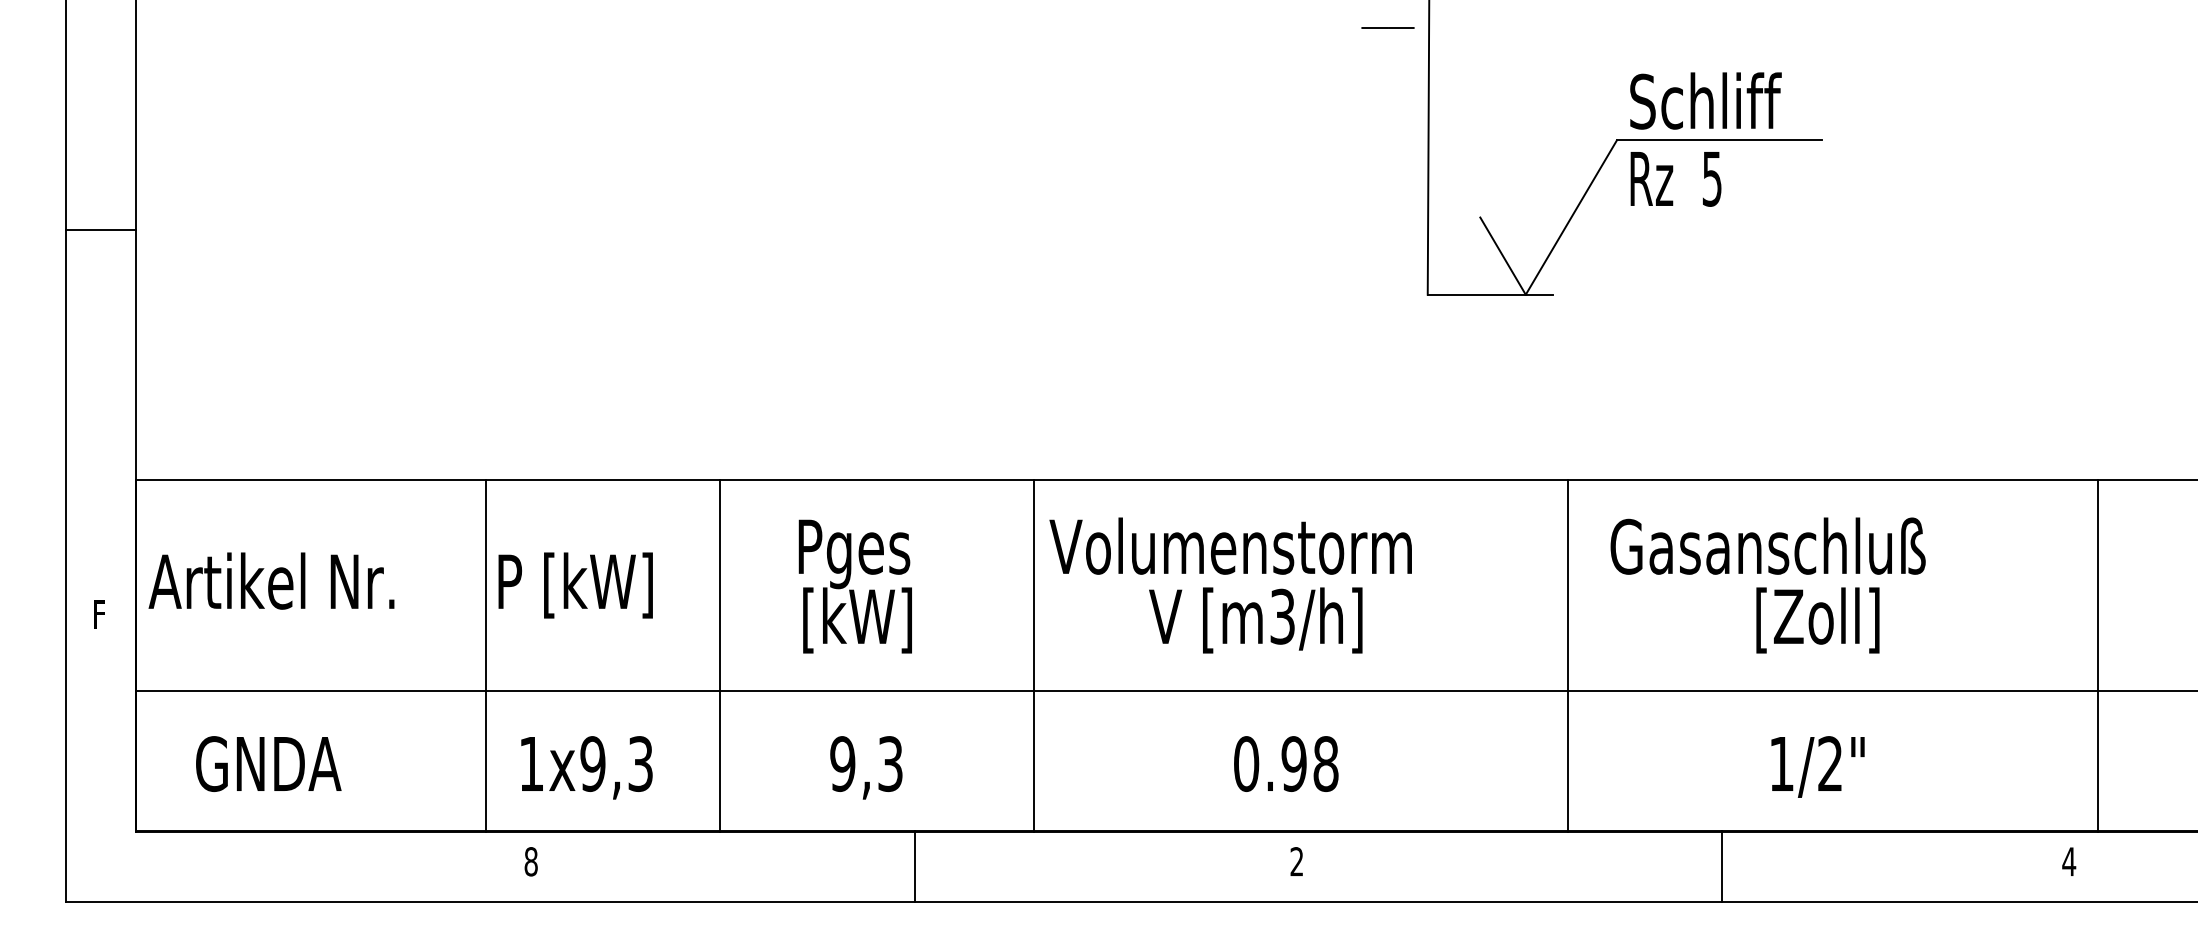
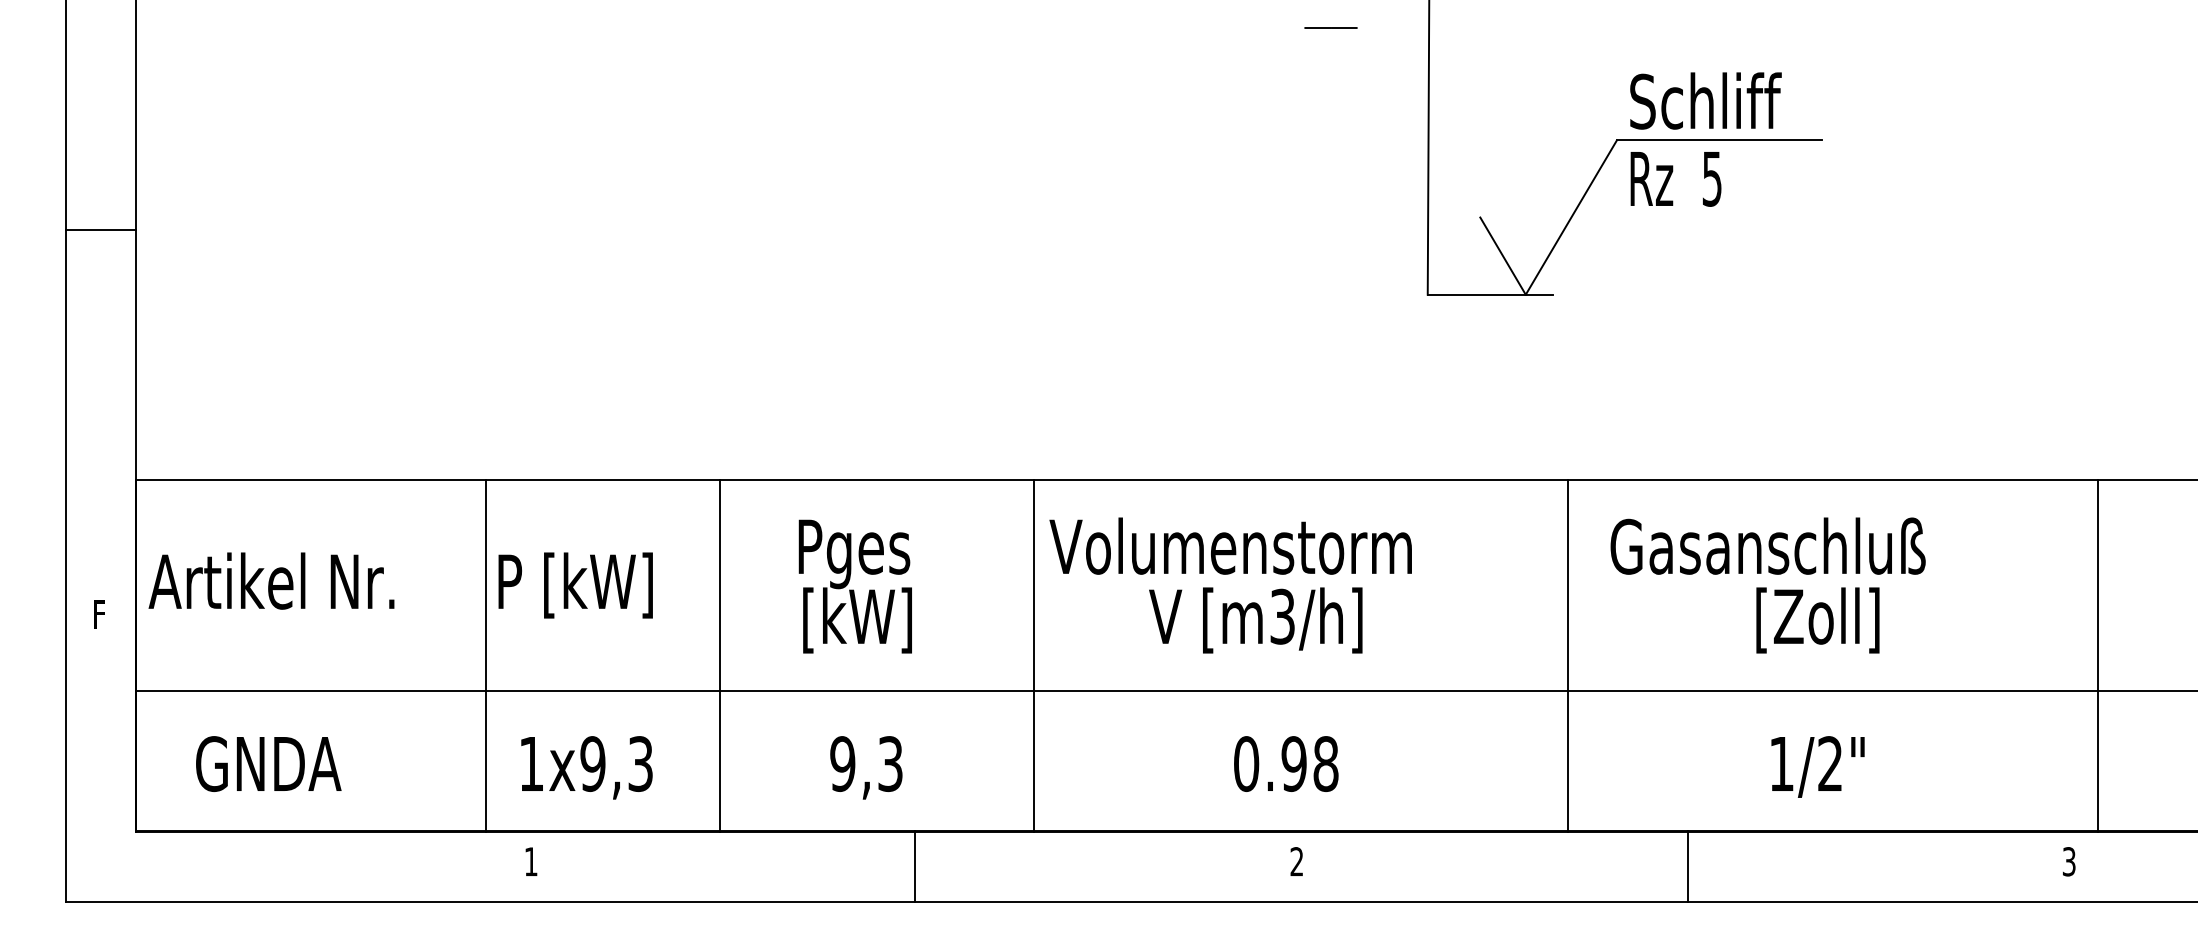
line at (1387, 27) position: (1387, 27) -> (1330, 27)
text at (530, 861): 8 -> 1
text at (2069, 861): 4 -> 3
line at (1721, 866) position: (1721, 866) -> (1687, 866)
